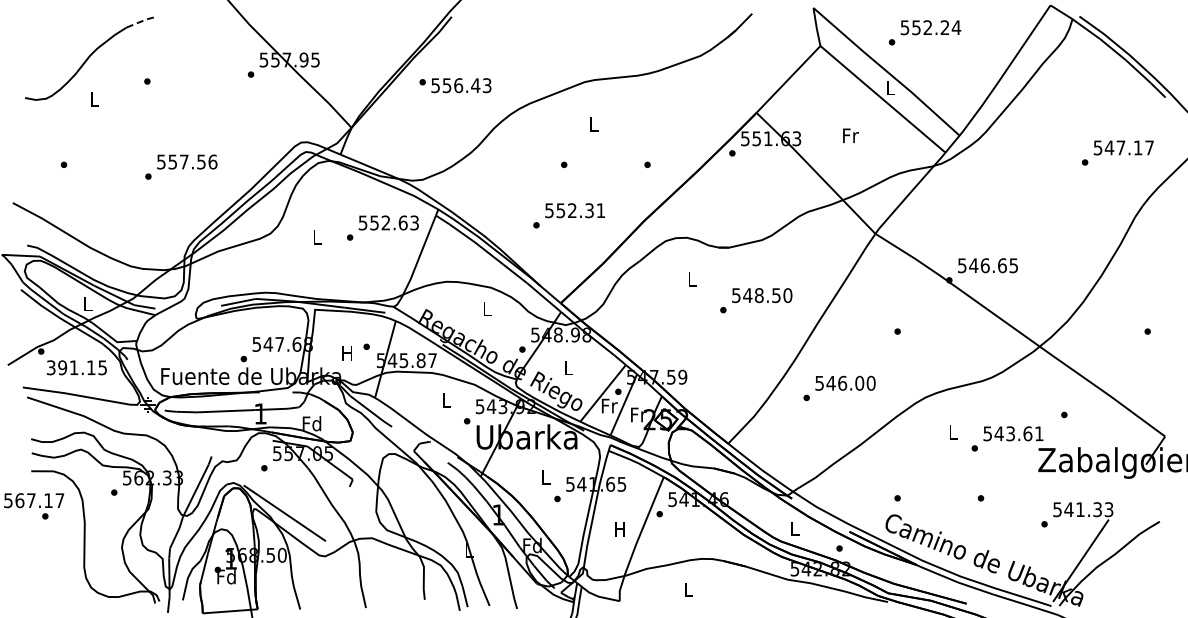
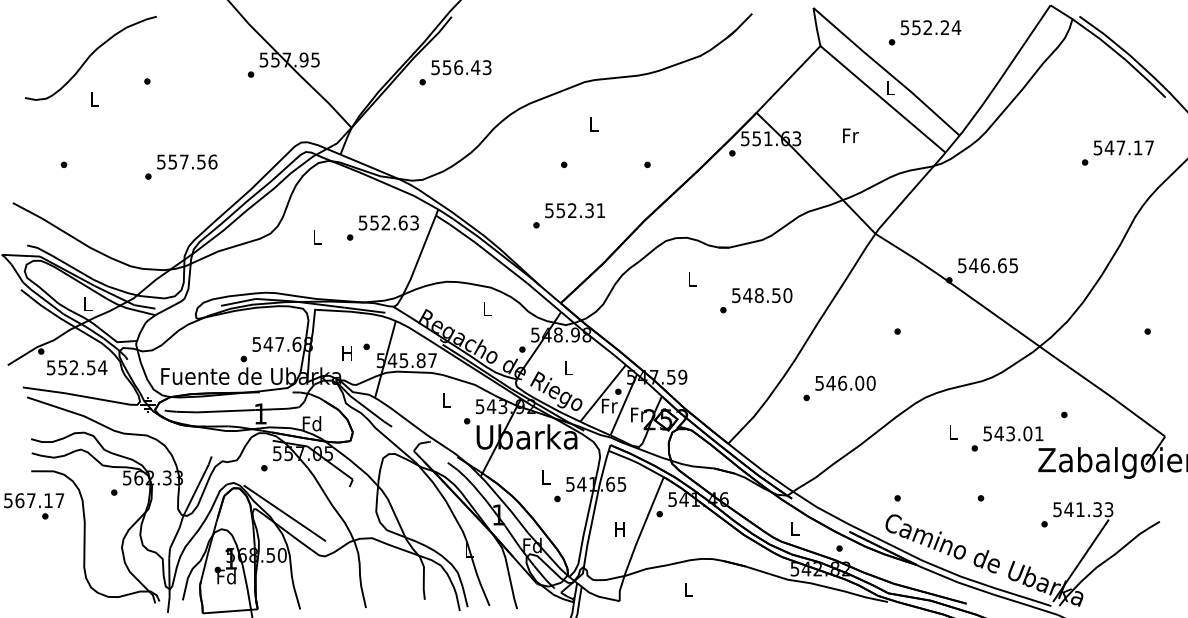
line at (142, 21): dashed -> solid
text at (461, 85) position: (461, 85) -> (461, 67)
text at (77, 367): 391.15 -> 552.54
text at (1027, 433): 543.61 -> 543.01
